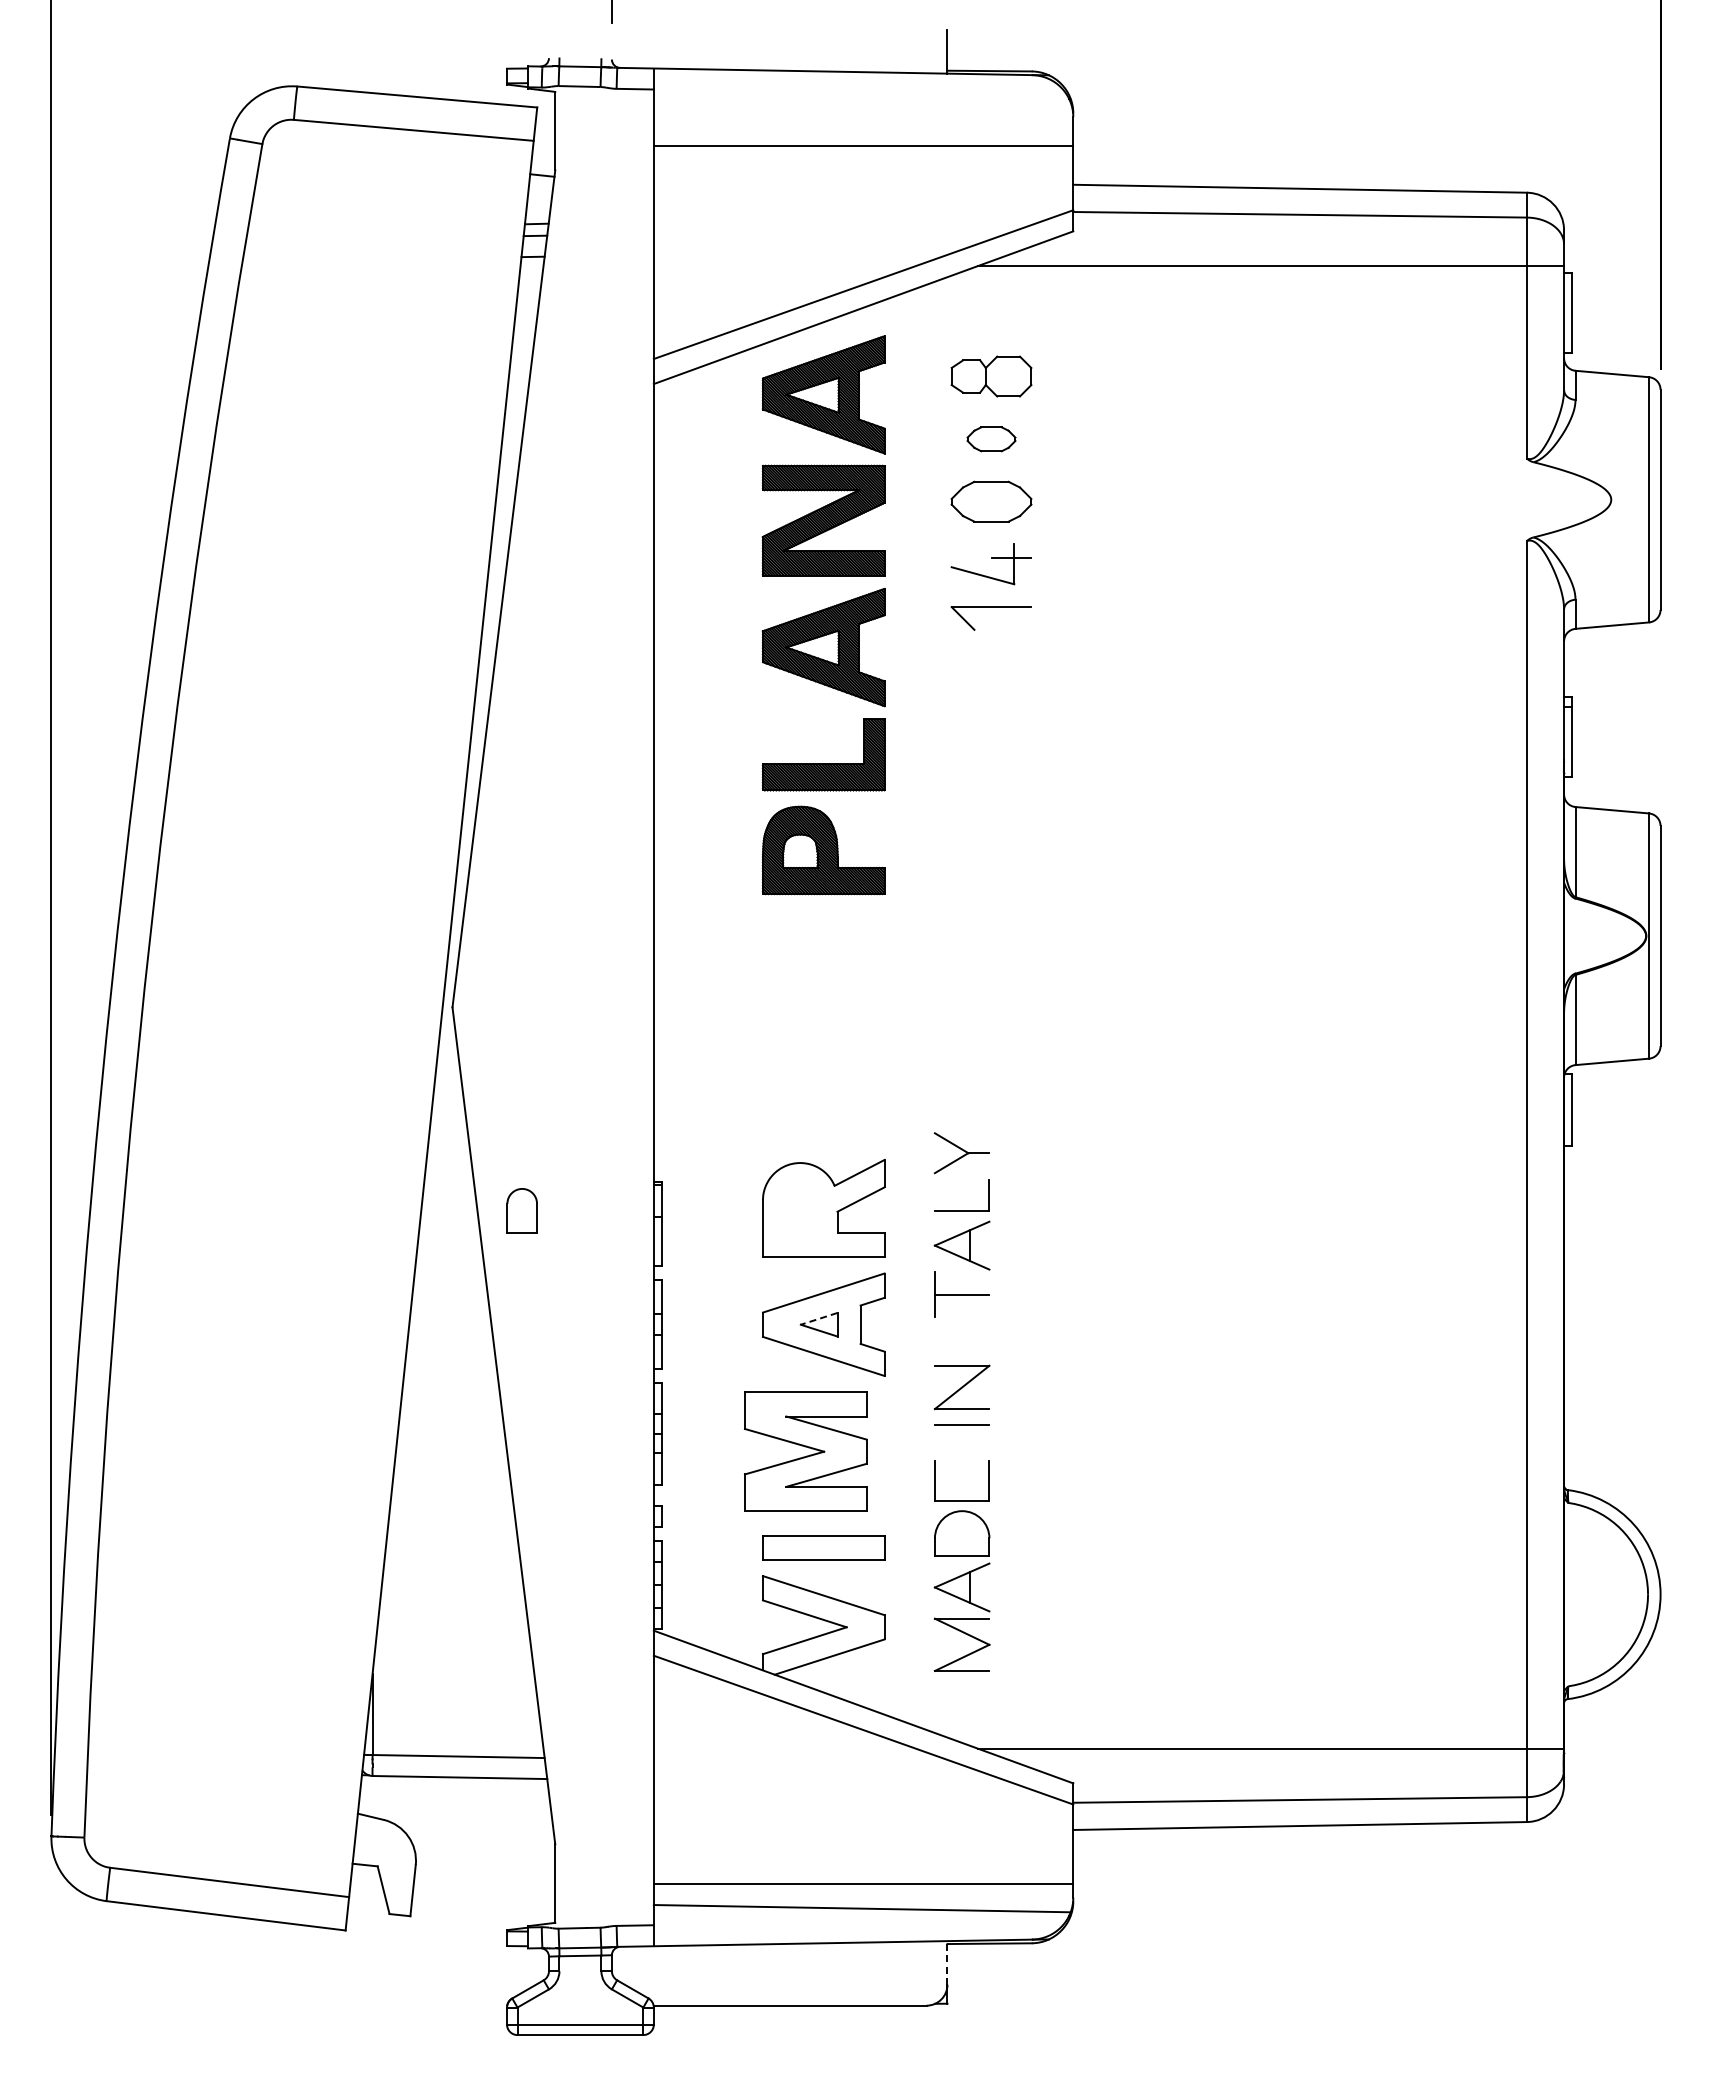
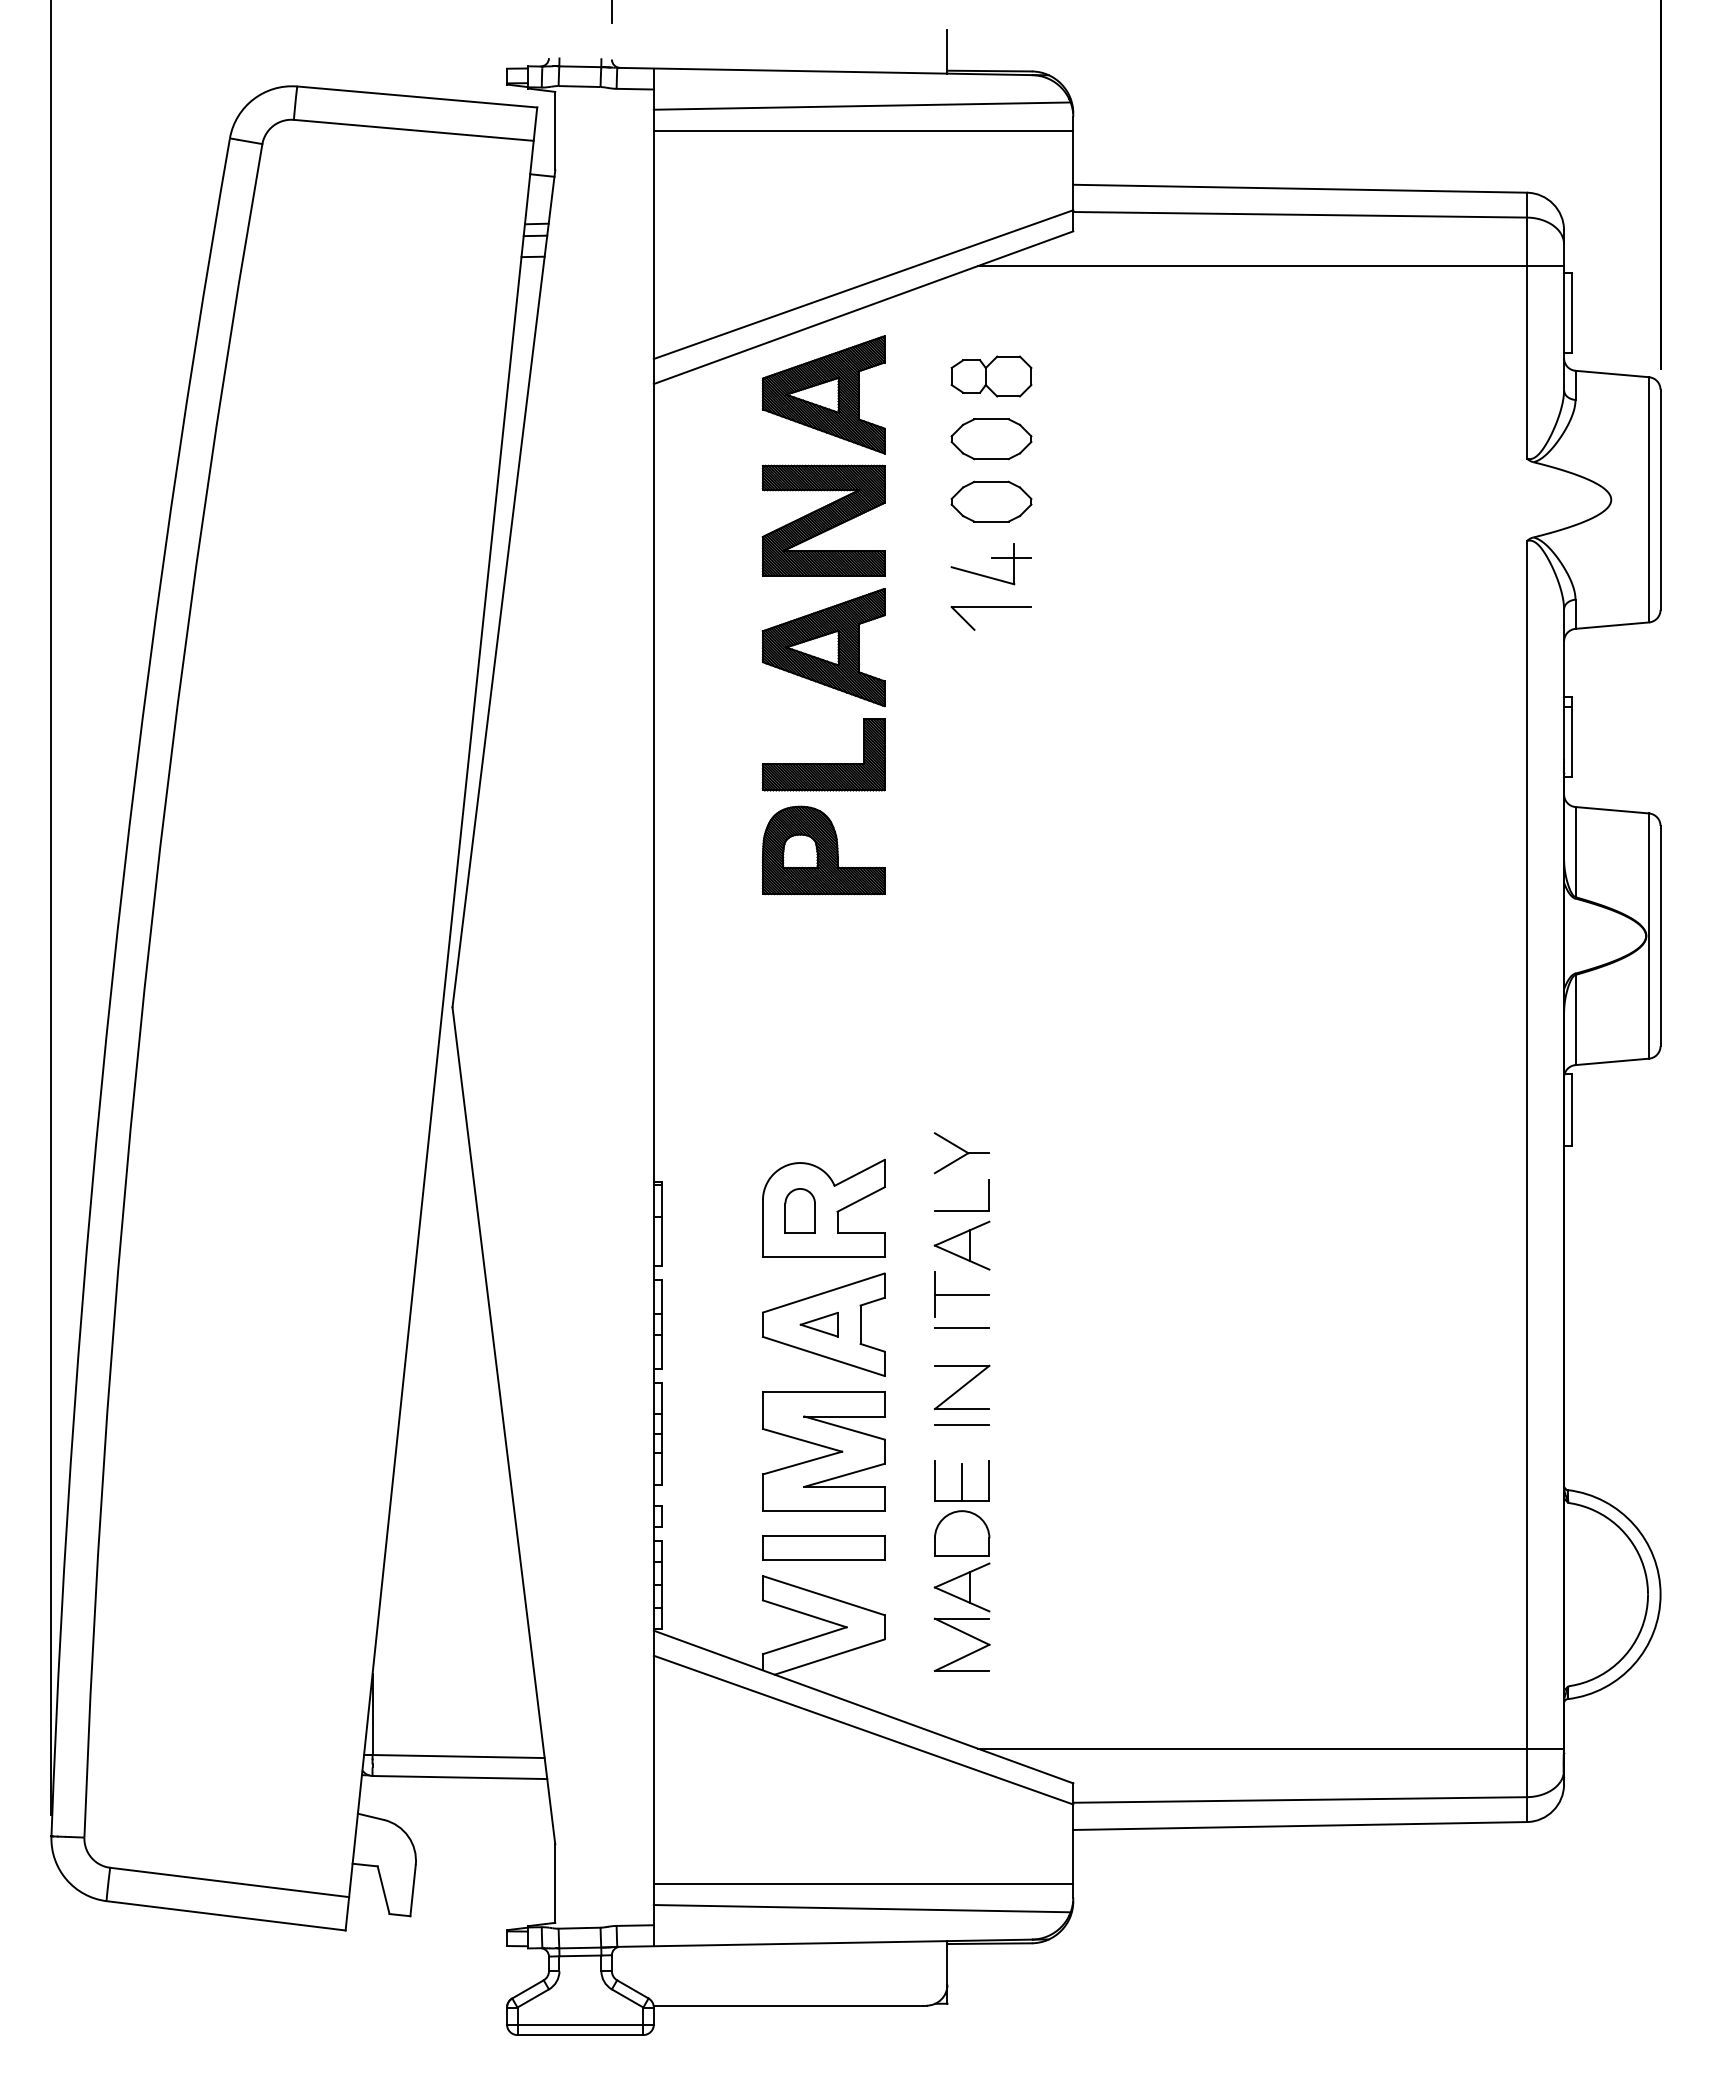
line at (861, 105): none -> present
line at (863, 145) position: (863, 145) -> (863, 130)
part at (991, 439) size: 51x27 px -> 83x43 px
part at (521, 1210) position: (521, 1210) -> (799, 1210)
line at (818, 1319): dashed -> solid
line at (961, 1328): none -> present
part at (805, 1451) position: (805, 1451) -> (823, 1451)
line at (962, 1482): none -> present
line at (947, 1962): dashed -> solid
